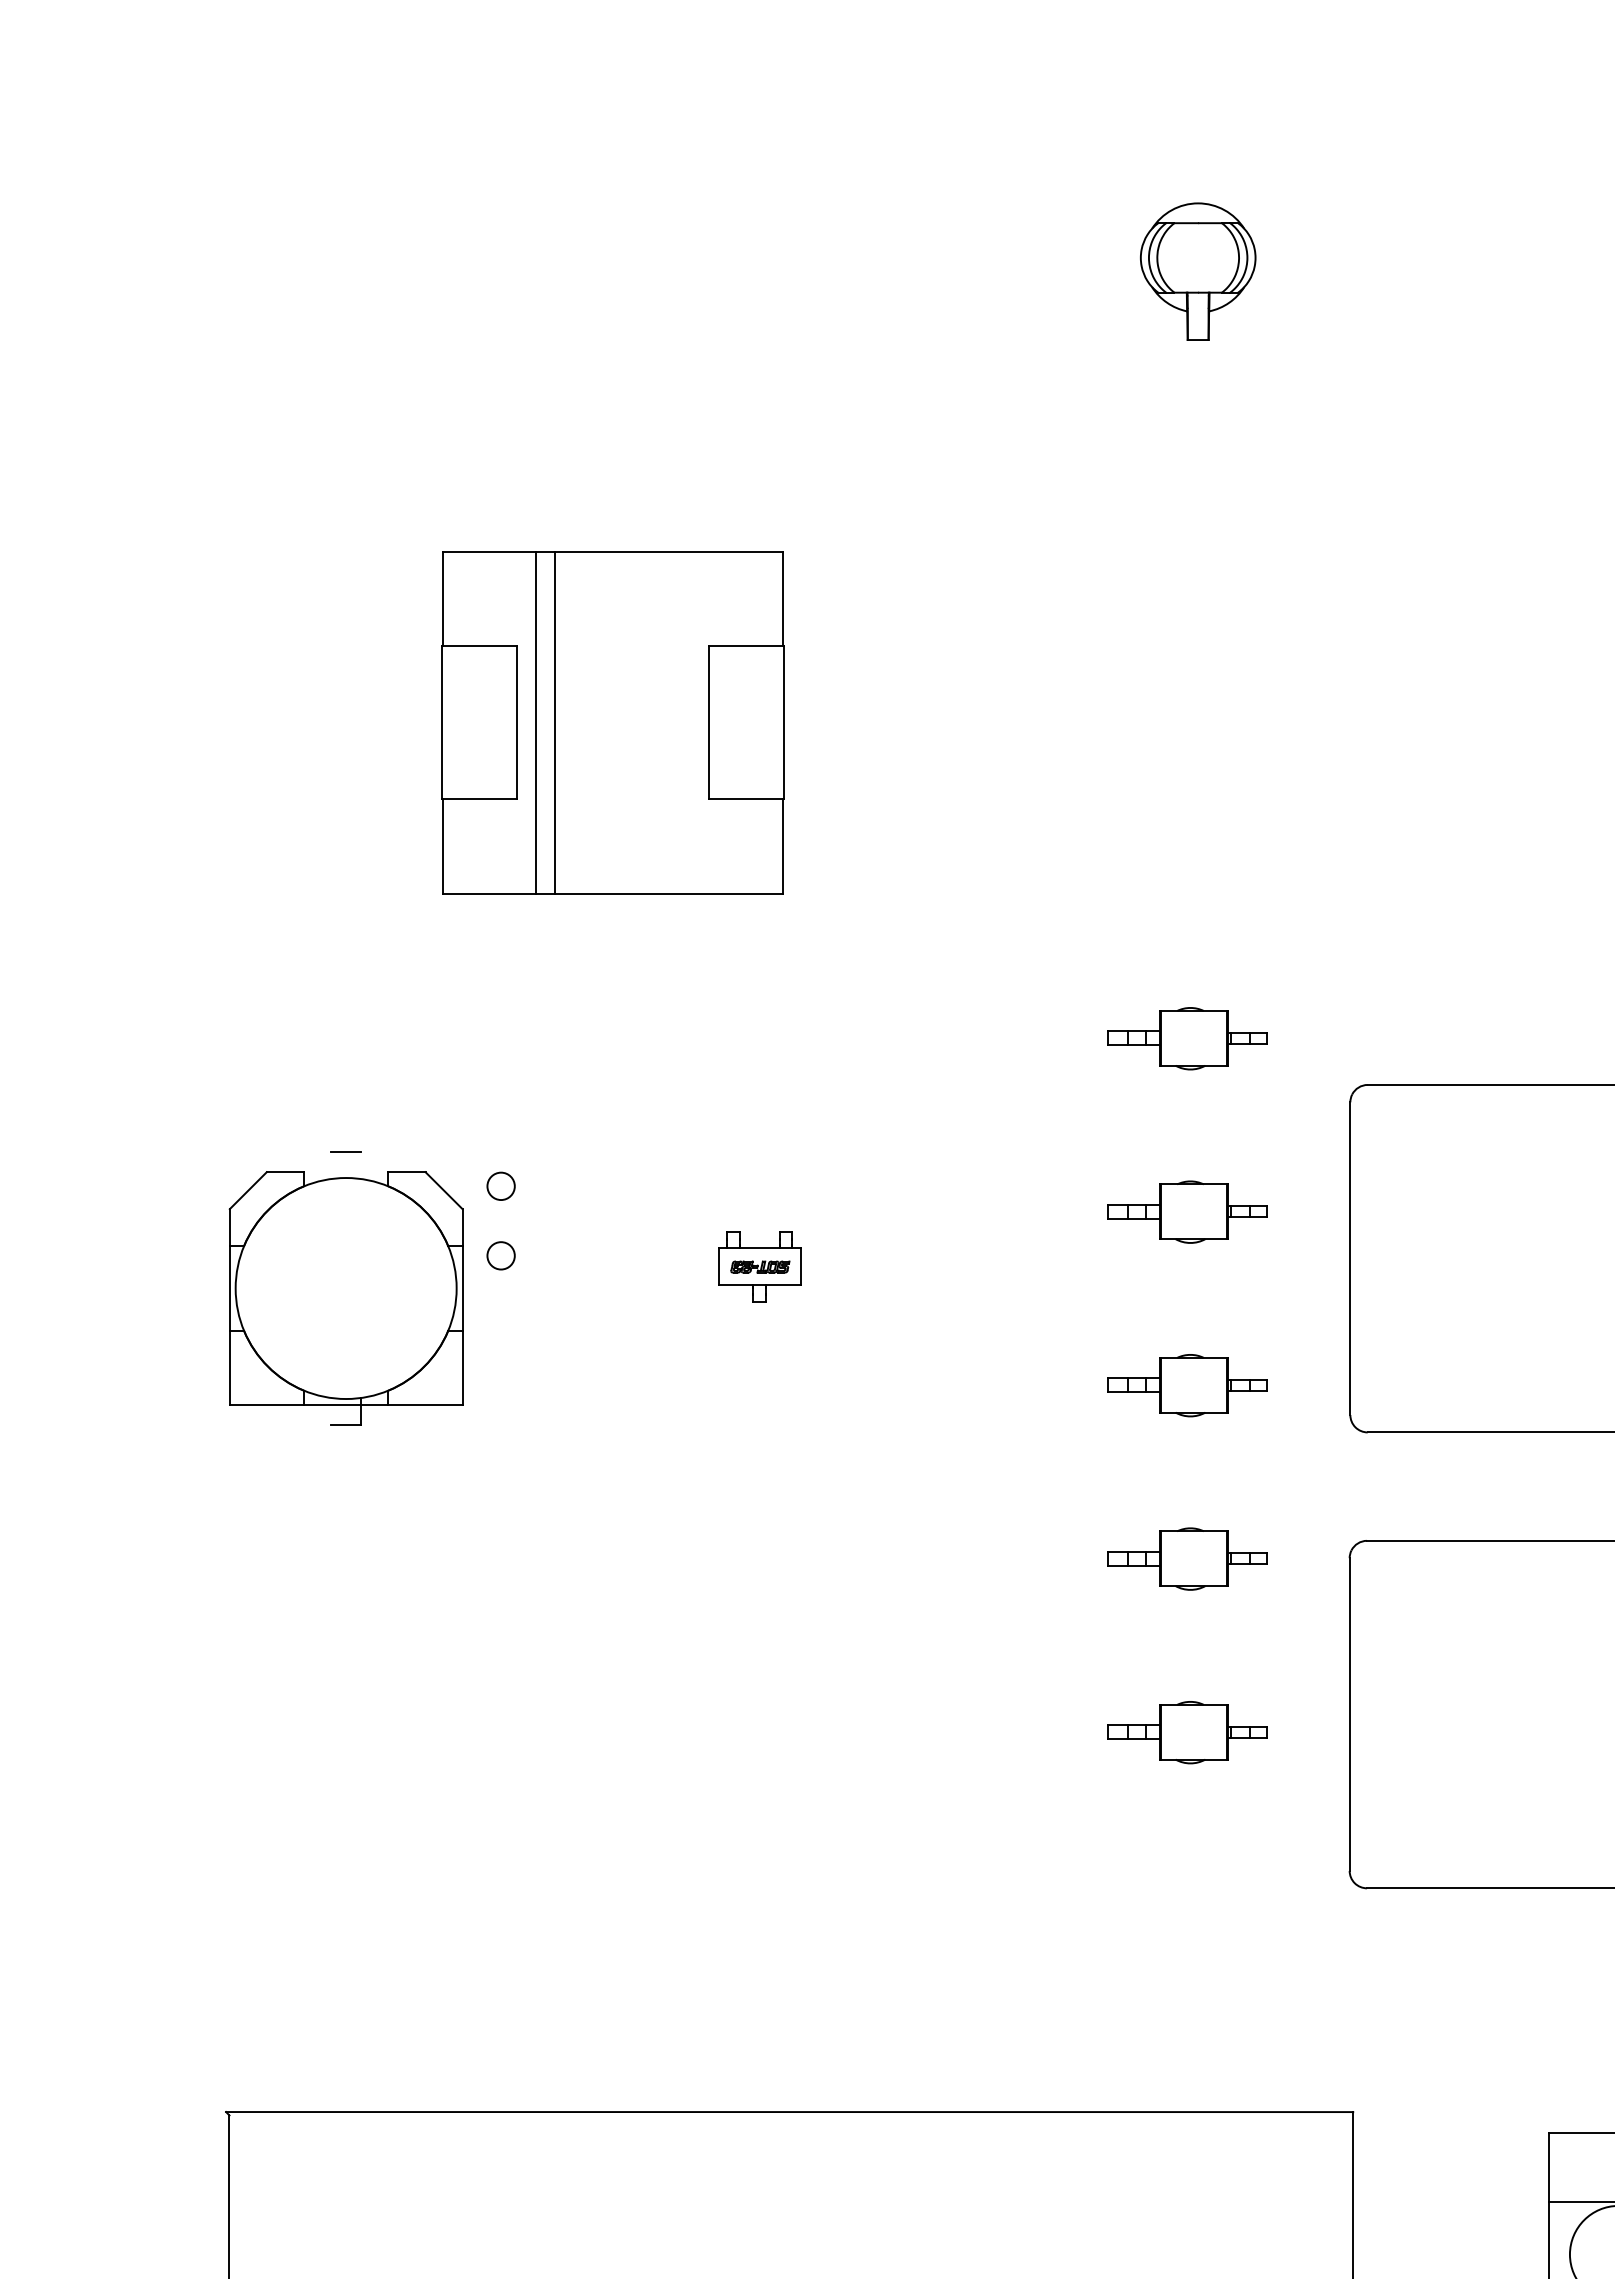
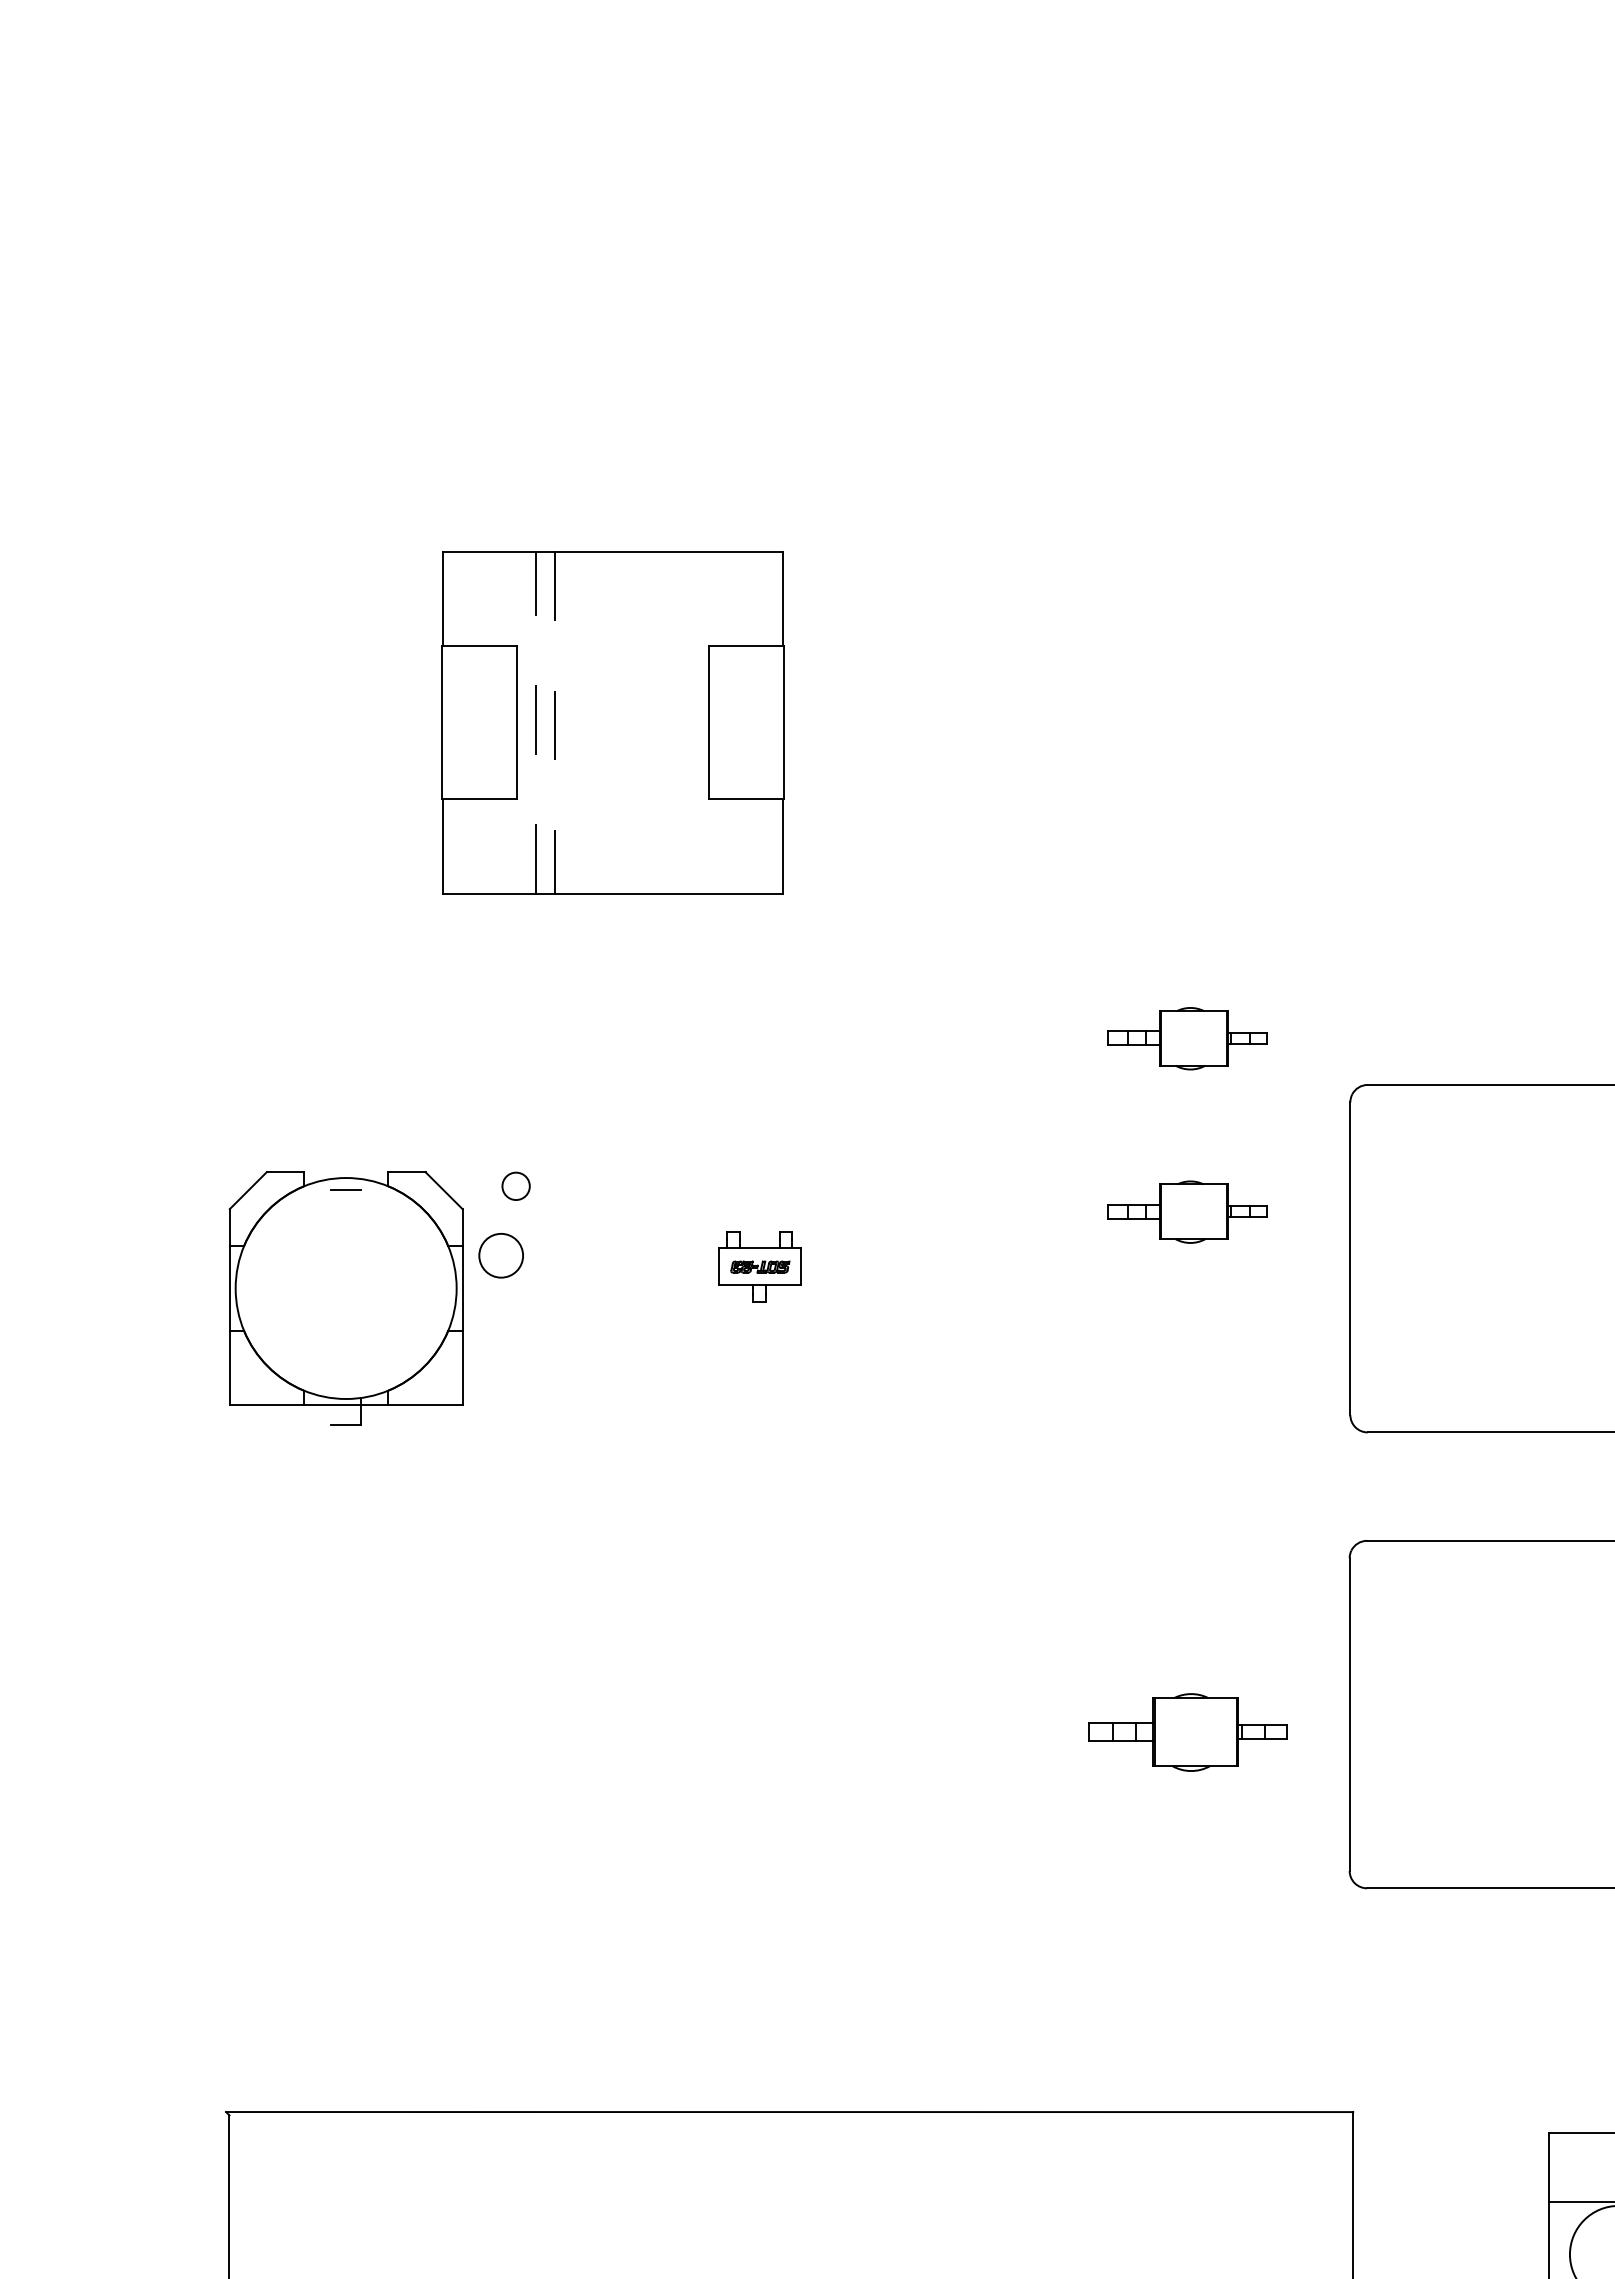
part at (1198, 271): present -> none
line at (536, 722): solid -> dashed
line at (555, 723): solid -> dashed
line at (345, 1151) position: (345, 1151) -> (345, 1189)
circle at (500, 1185) position: (500, 1185) -> (515, 1185)
circle at (500, 1255) size: 30x30 px -> 46x46 px
part at (1187, 1385): present -> none
part at (1187, 1558): present -> none
part at (1187, 1732) size: 161x64 px -> 200x79 px
